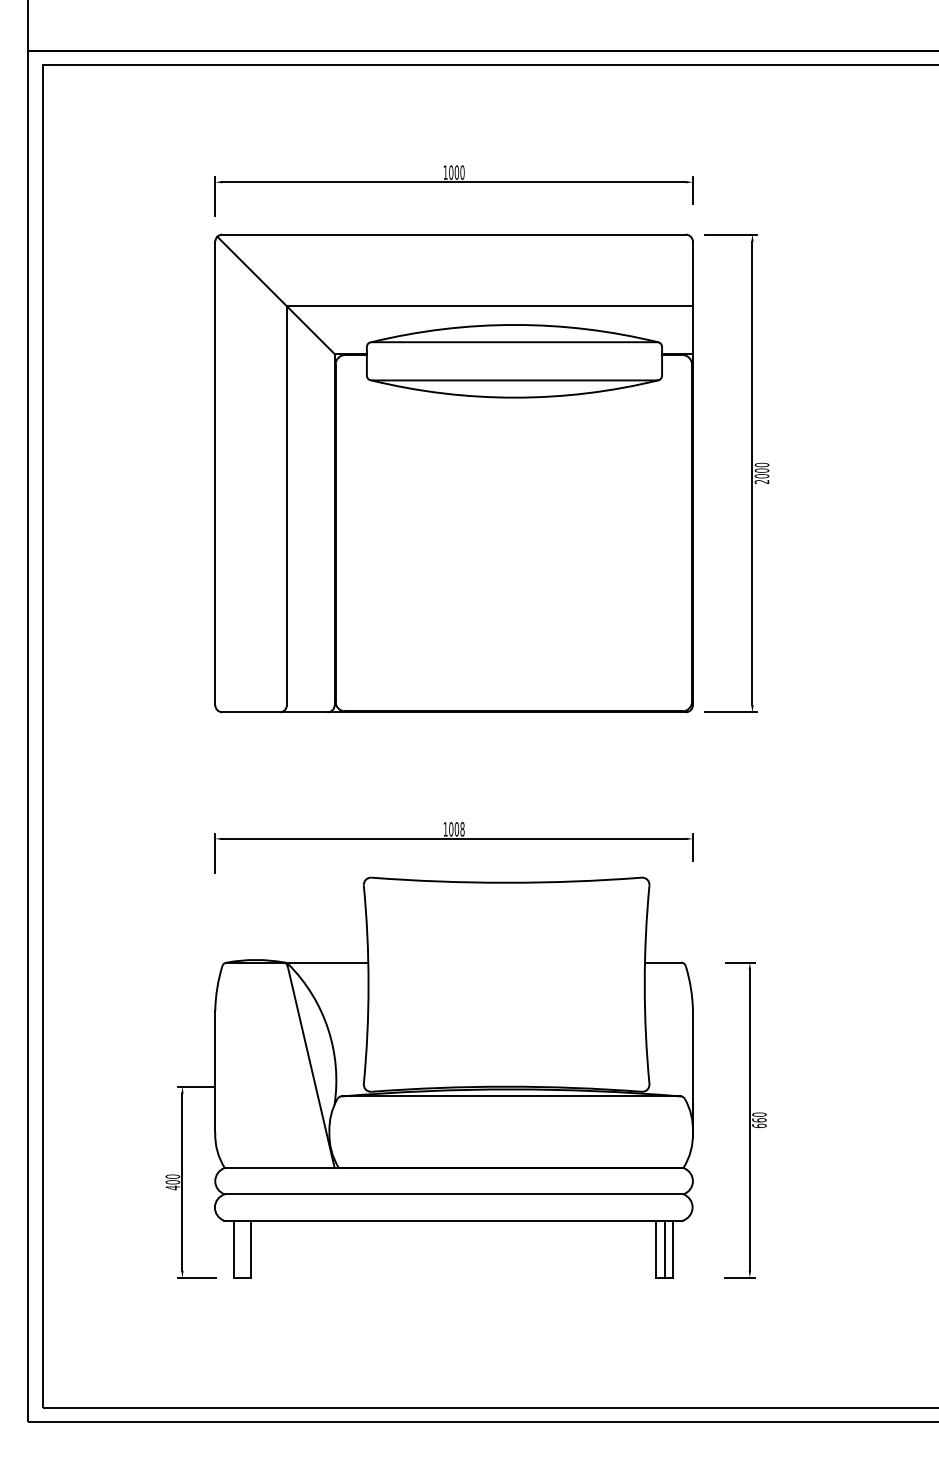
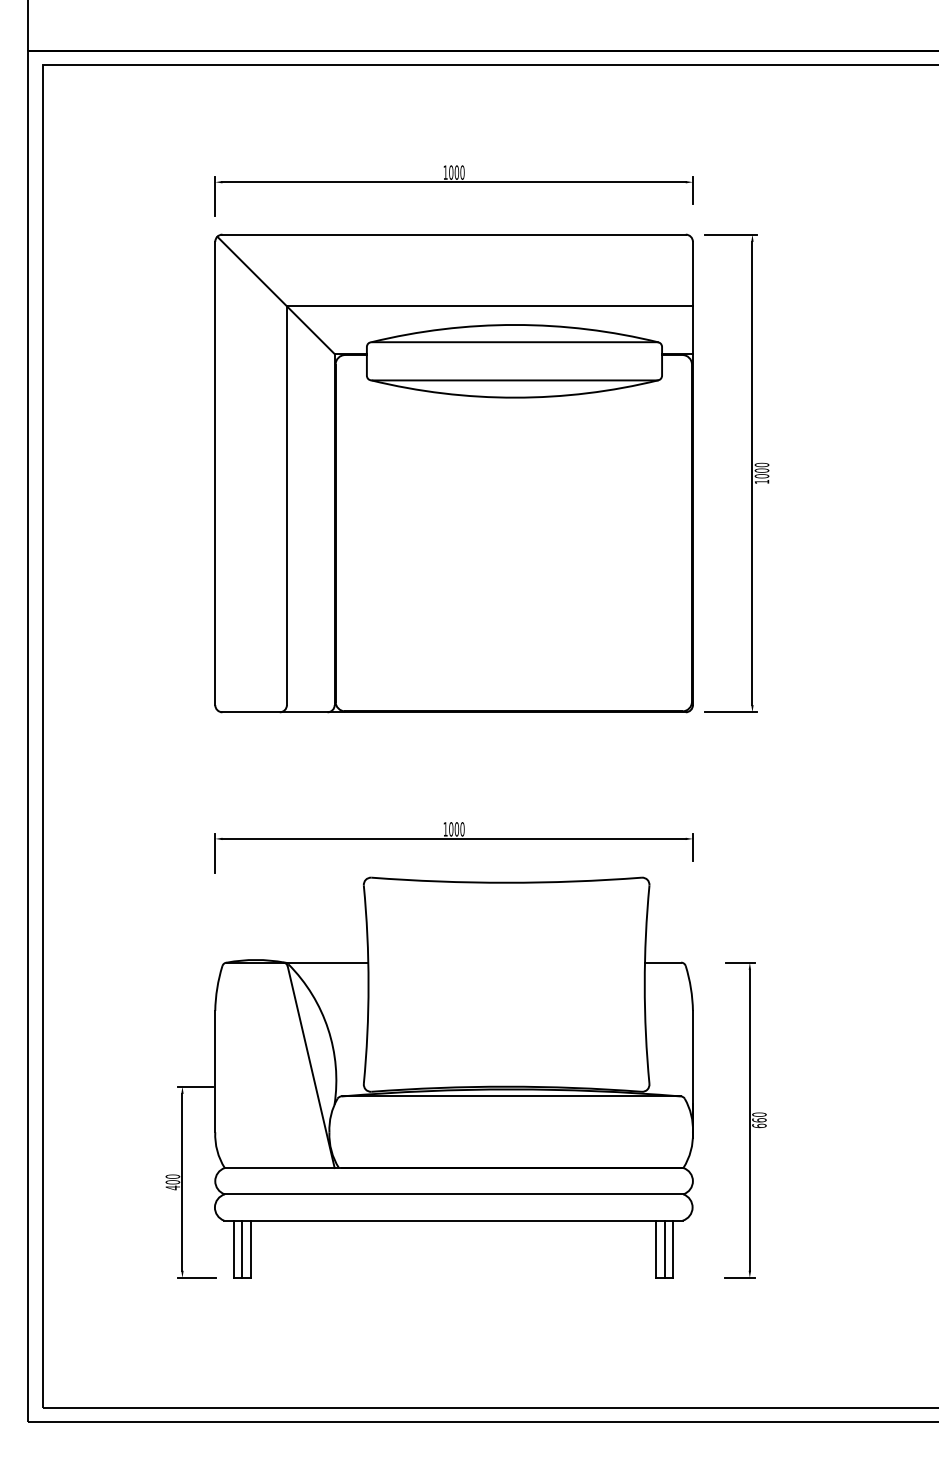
text at (761, 481): 2000 -> 1000
text at (462, 829): 1008 -> 1000
line at (242, 1248): none -> present
